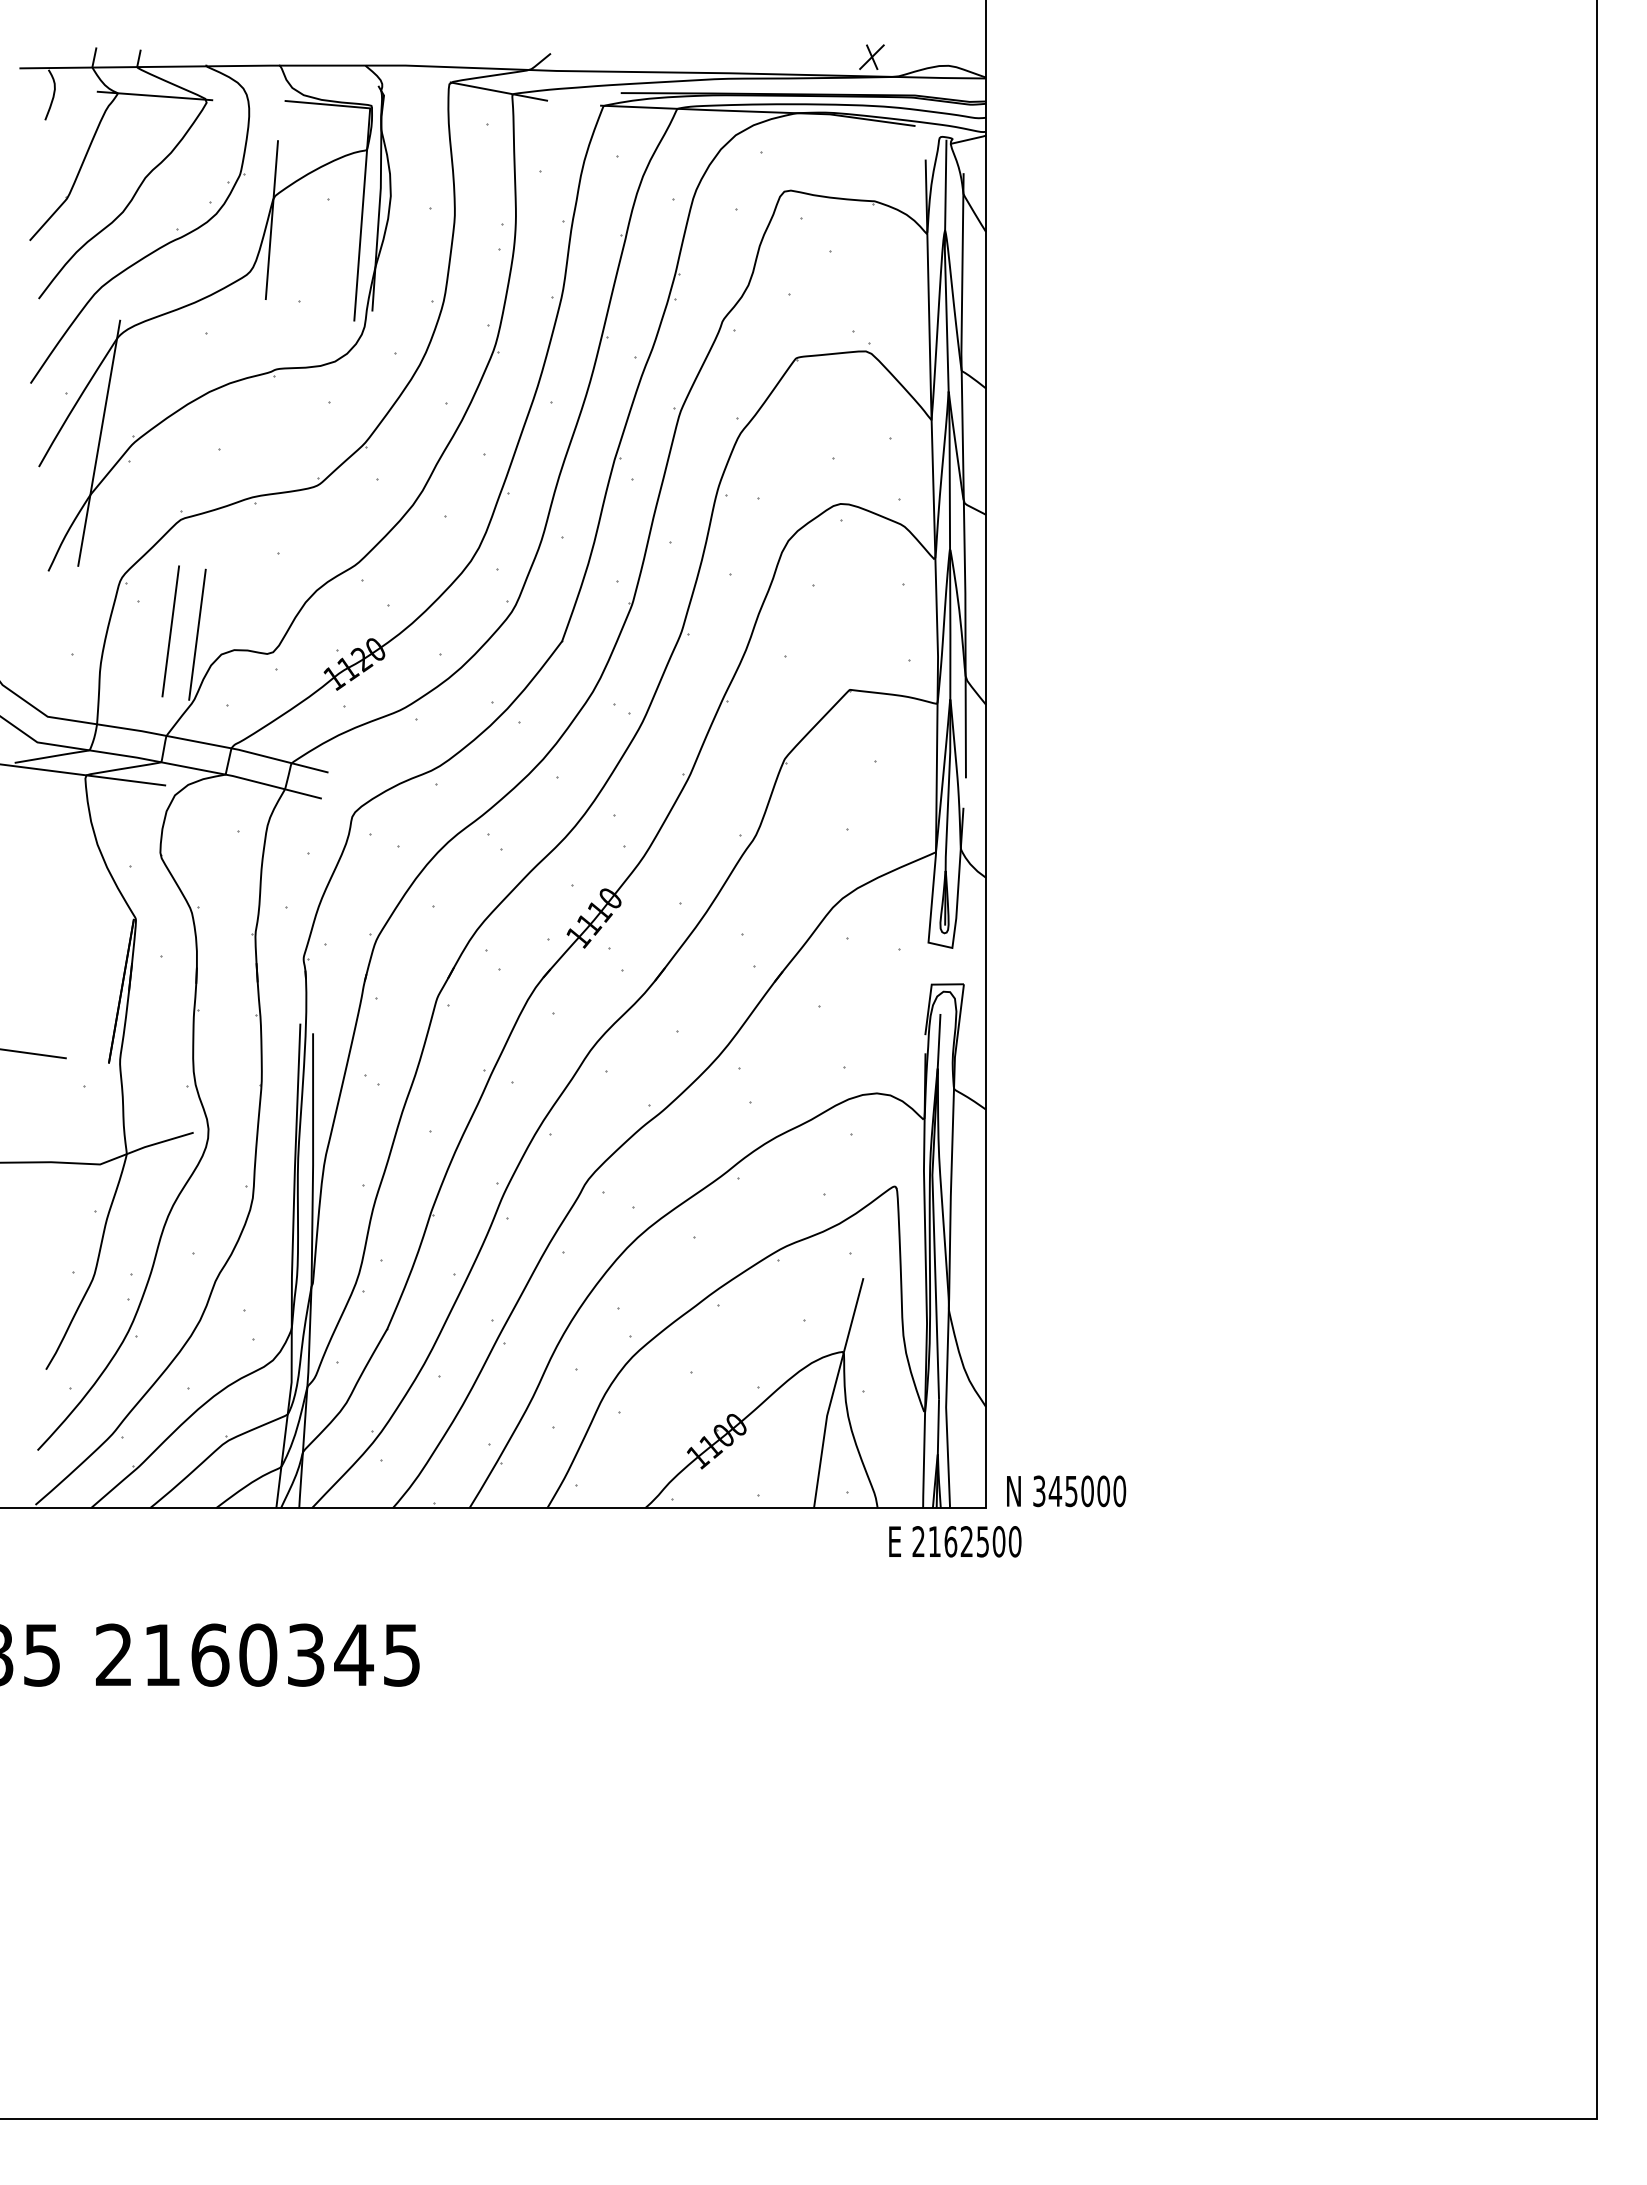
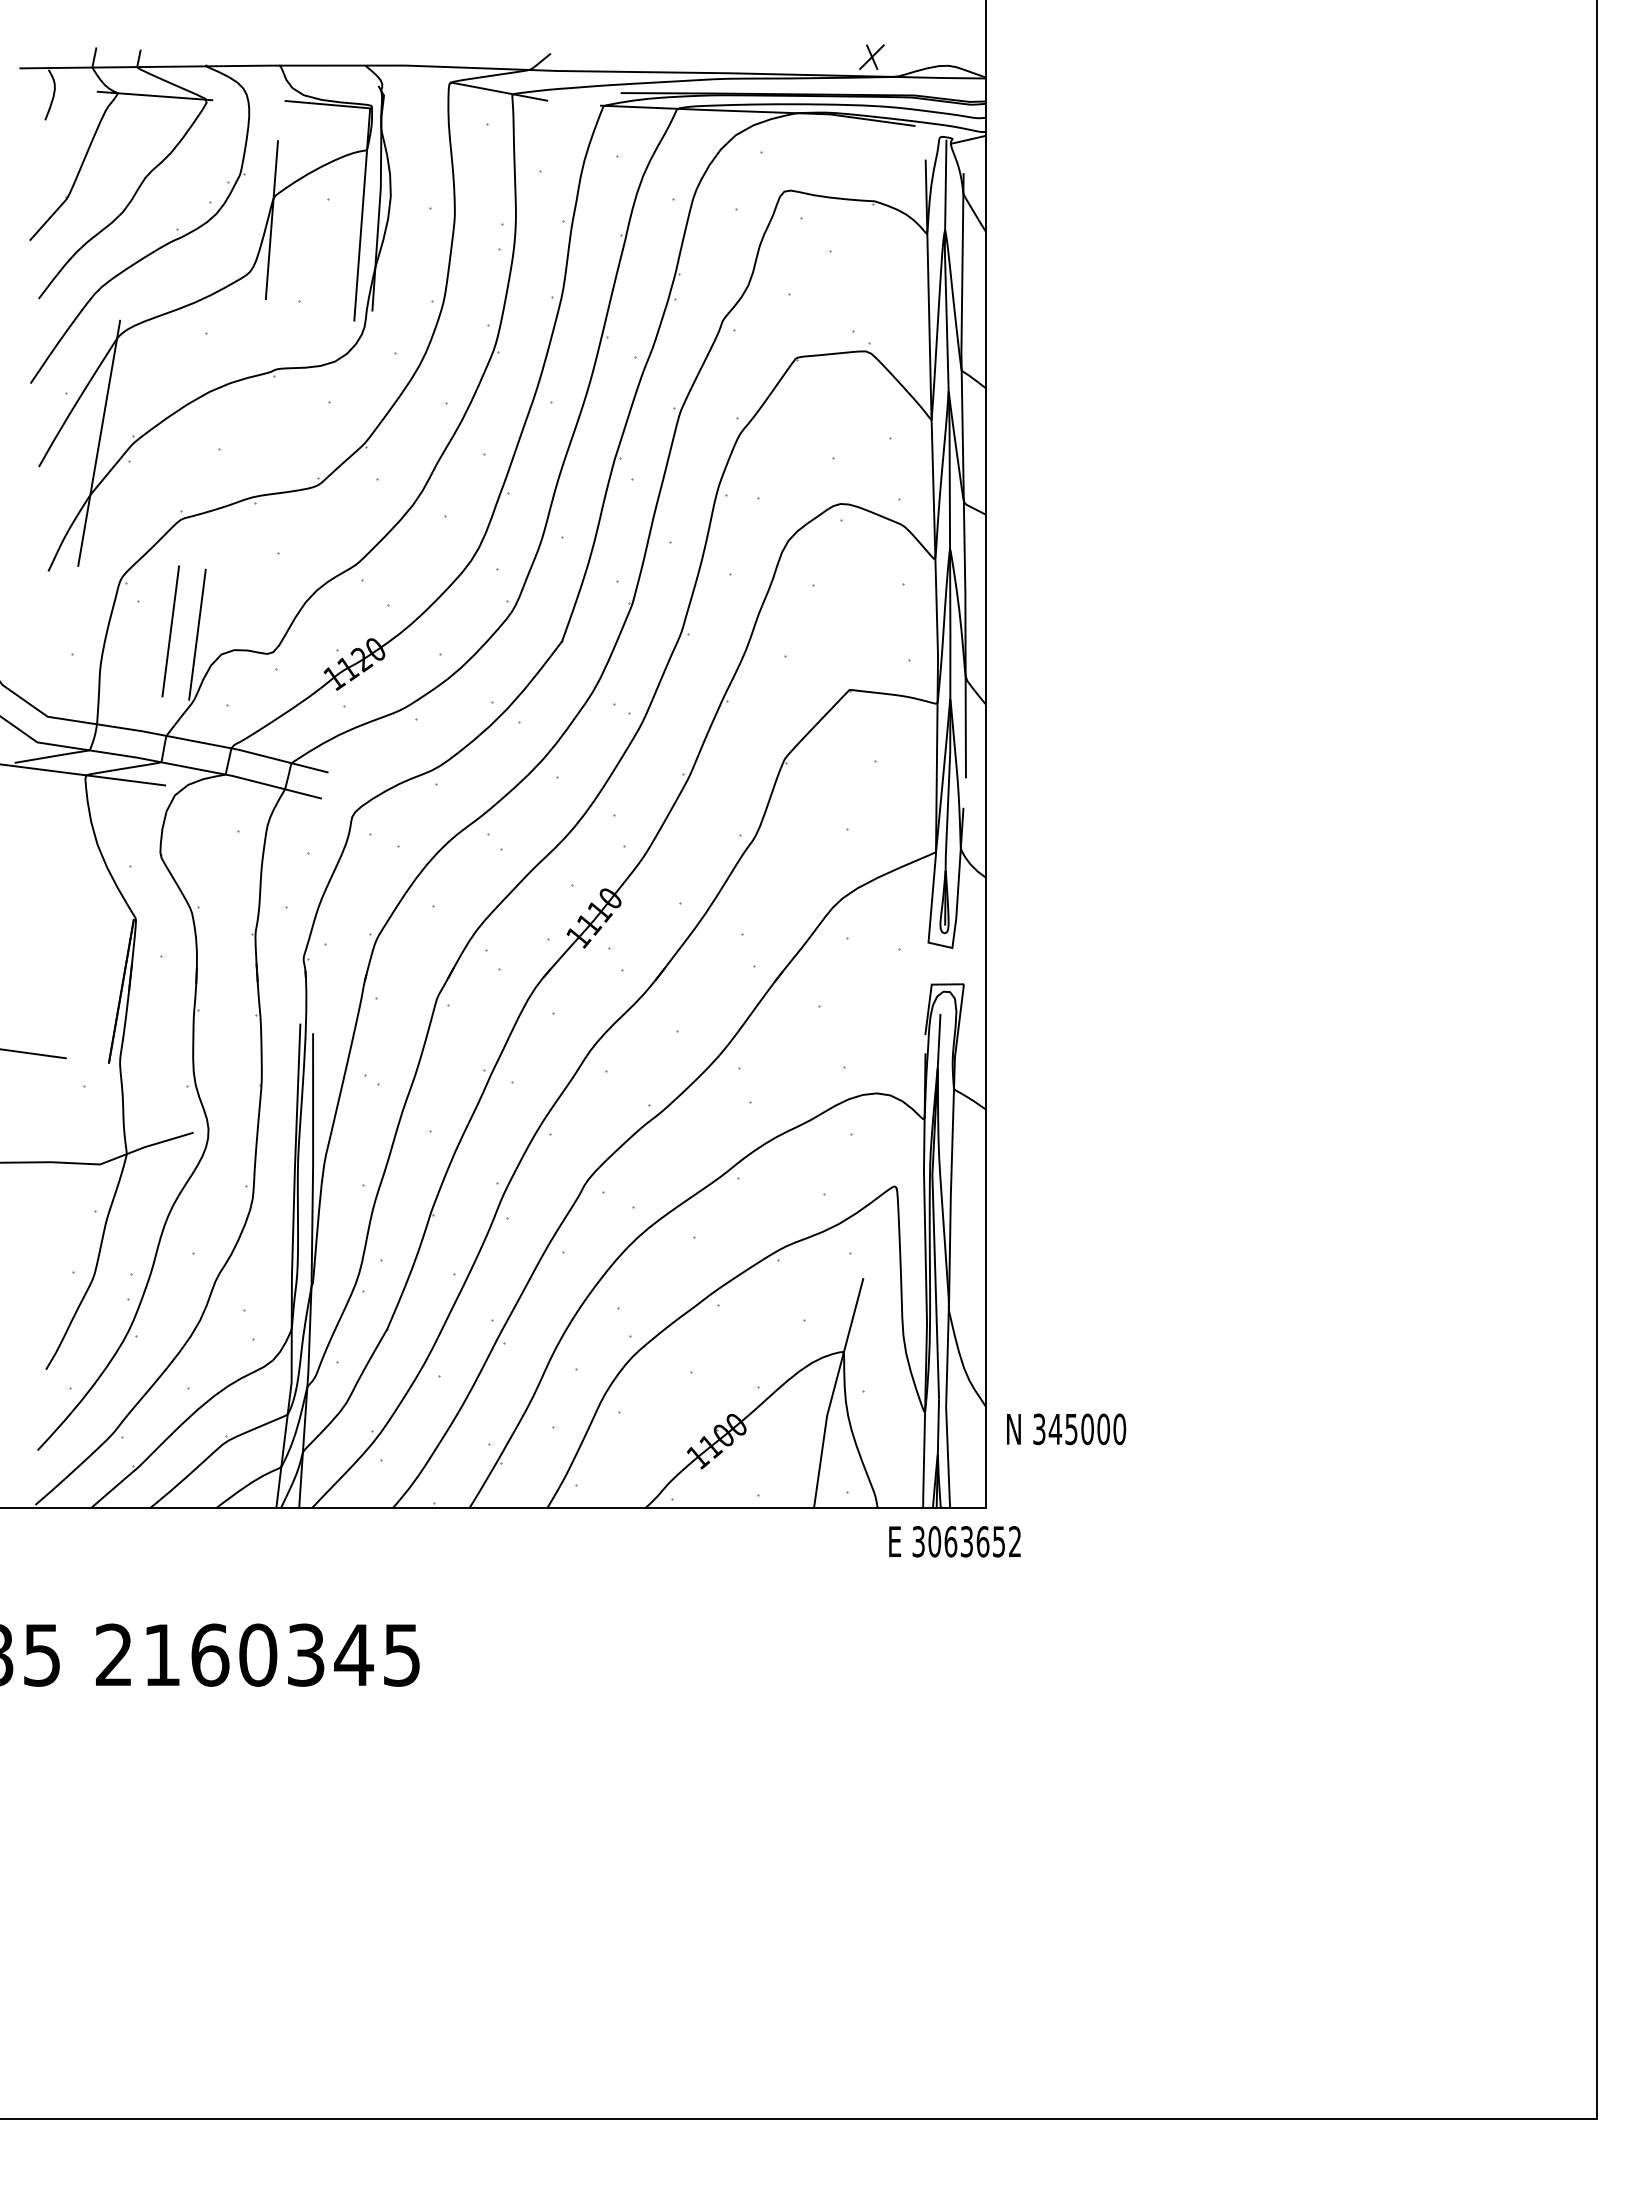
text at (1066, 1491) position: (1066, 1491) -> (1066, 1429)
text at (966, 1541): 2162500 -> 3063652
